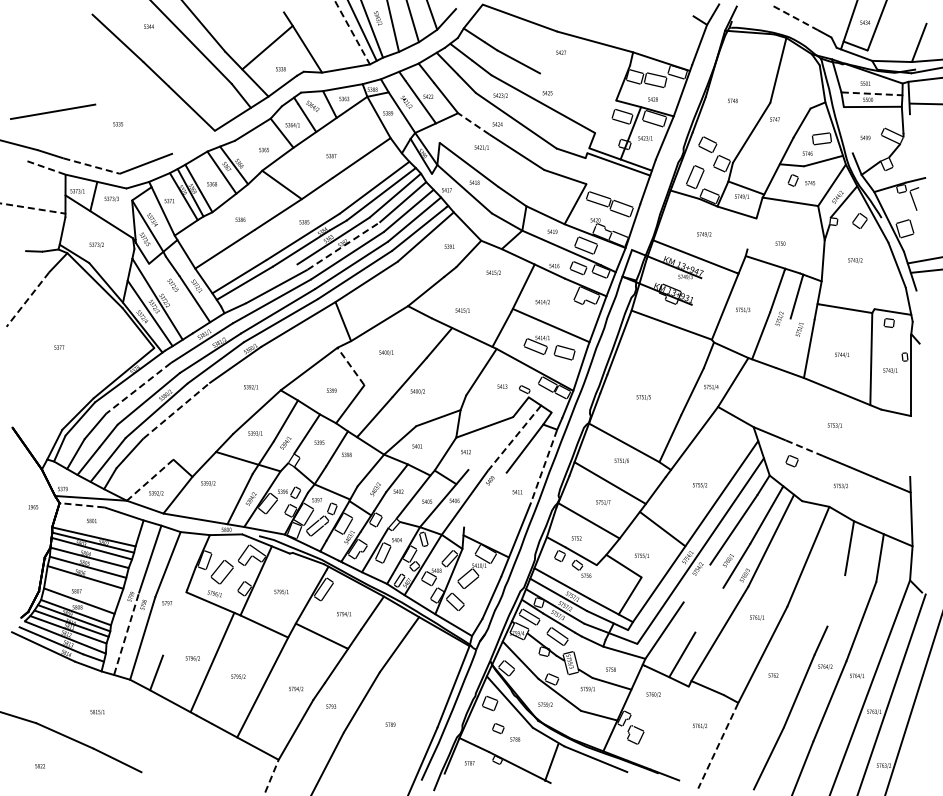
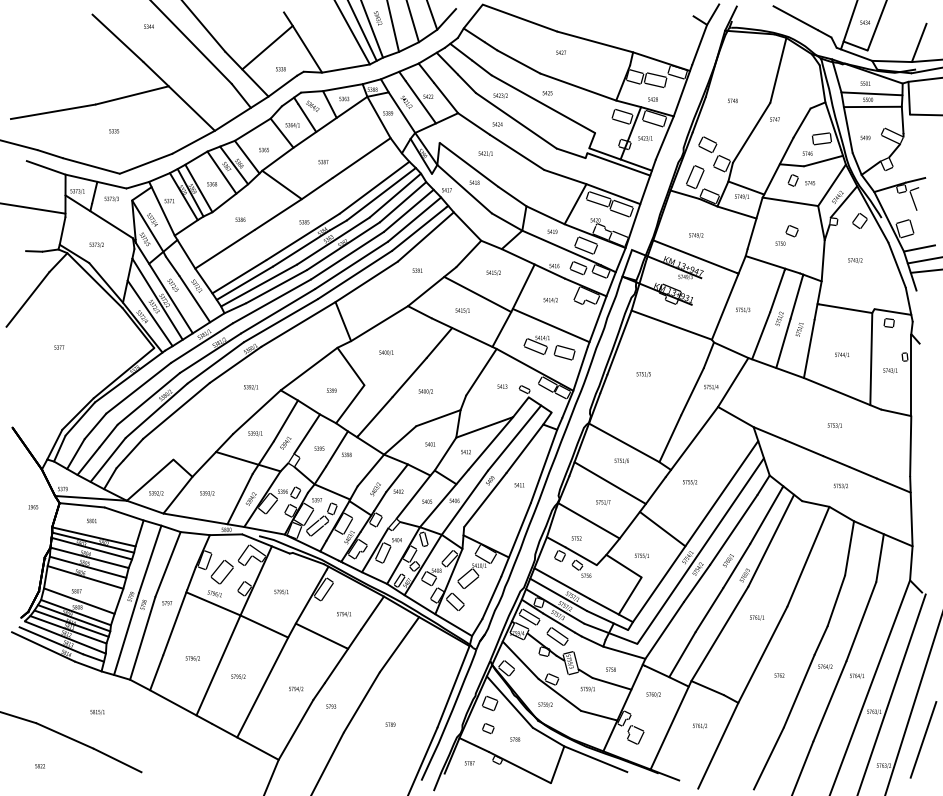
line at (796, 18): dashed -> solid
line at (352, 32): dashed -> solid
line at (577, 86): none -> present
line at (872, 93): dashed -> solid
line at (132, 95): none -> present
line at (924, 103) position: (924, 103) -> (924, 114)
line at (473, 123): dashed -> solid
text at (118, 124) position: (118, 124) -> (114, 131)
line at (847, 129): none -> present
line at (193, 142): none -> present
text at (481, 147) position: (481, 147) -> (485, 153)
text at (331, 156) position: (331, 156) -> (323, 162)
line at (247, 157): none -> present
line at (91, 166): dashed -> solid
line at (45, 167): dashed -> solid
line at (612, 193): none -> present
line at (32, 208): dashed -> solid
line at (751, 233): none -> present
text at (704, 234) position: (704, 234) -> (696, 235)
line at (343, 245): dashed -> solid
text at (449, 246) position: (449, 246) -> (417, 270)
line at (919, 248): none -> present
line at (258, 285): none -> present
line at (477, 294): none -> present
line at (170, 298): none -> present
line at (27, 300): dashed -> solid
text at (542, 301) position: (542, 301) -> (550, 299)
line at (783, 343): none -> present
line at (350, 366): dashed -> solid
line at (138, 388): dashed -> solid
text at (417, 391) position: (417, 391) -> (425, 391)
text at (643, 397) position: (643, 397) -> (643, 374)
line at (176, 410): dashed -> solid
line at (514, 438): dashed -> solid
text at (319, 442) position: (319, 442) -> (319, 448)
line at (490, 443): none -> present
text at (417, 446) position: (417, 446) -> (430, 444)
line at (910, 446): none -> present
line at (803, 448): dashed -> solid
part at (791, 461) position: (791, 461) -> (791, 231)
line at (543, 466): dashed -> solid
line at (150, 480): dashed -> solid
text at (208, 483) position: (208, 483) -> (207, 493)
text at (699, 485) position: (699, 485) -> (689, 482)
text at (517, 492) position: (517, 492) -> (519, 485)
line at (485, 499): none -> present
line at (81, 505): dashed -> solid
line at (696, 583): none -> present
line at (835, 600): none -> present
line at (708, 609): none -> present
line at (174, 623): none -> present
line at (126, 633): dashed -> solid
line at (212, 662) position: (212, 662) -> (218, 665)
text at (773, 675) position: (773, 675) -> (779, 675)
part at (498, 728) position: (498, 728) -> (488, 728)
line at (669, 728): none -> present
line at (923, 739): none -> present
line at (718, 746): dashed -> solid
line at (551, 762) position: (551, 762) -> (557, 764)
line at (271, 777): dashed -> solid
